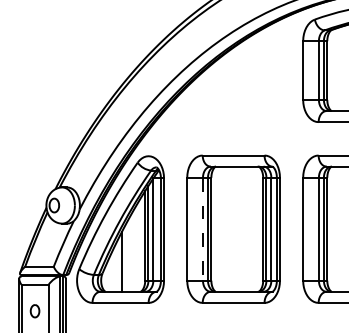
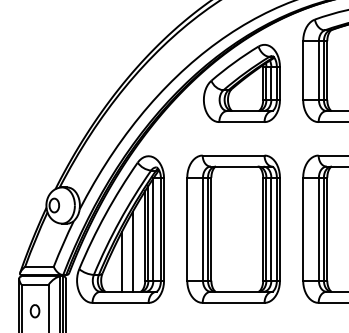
part at (241, 83): none -> present
line at (202, 229): dashed -> solid
line at (132, 251): none -> present
